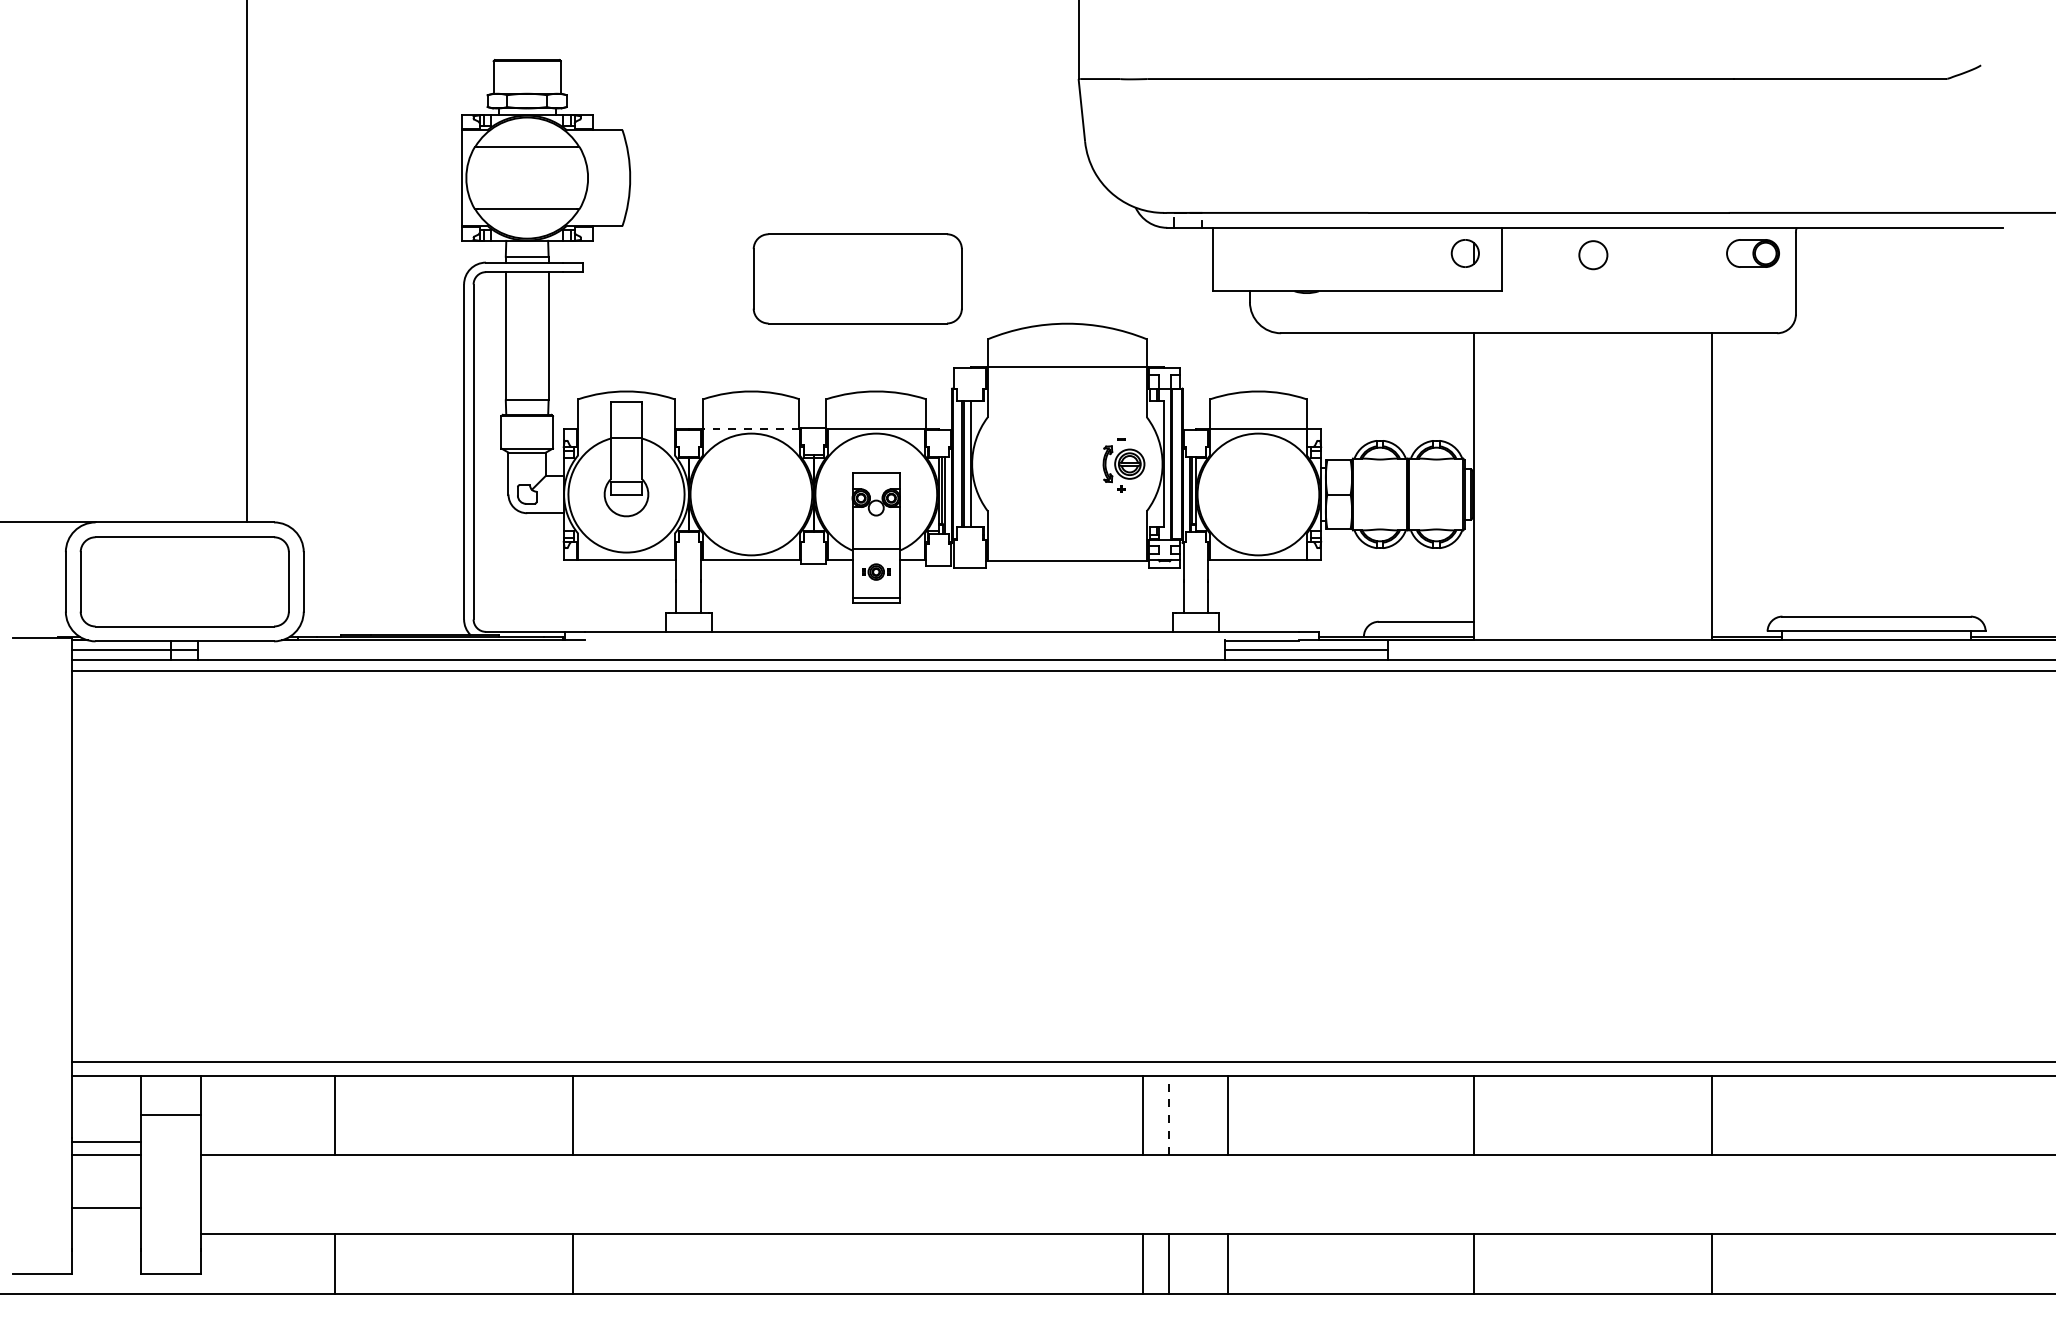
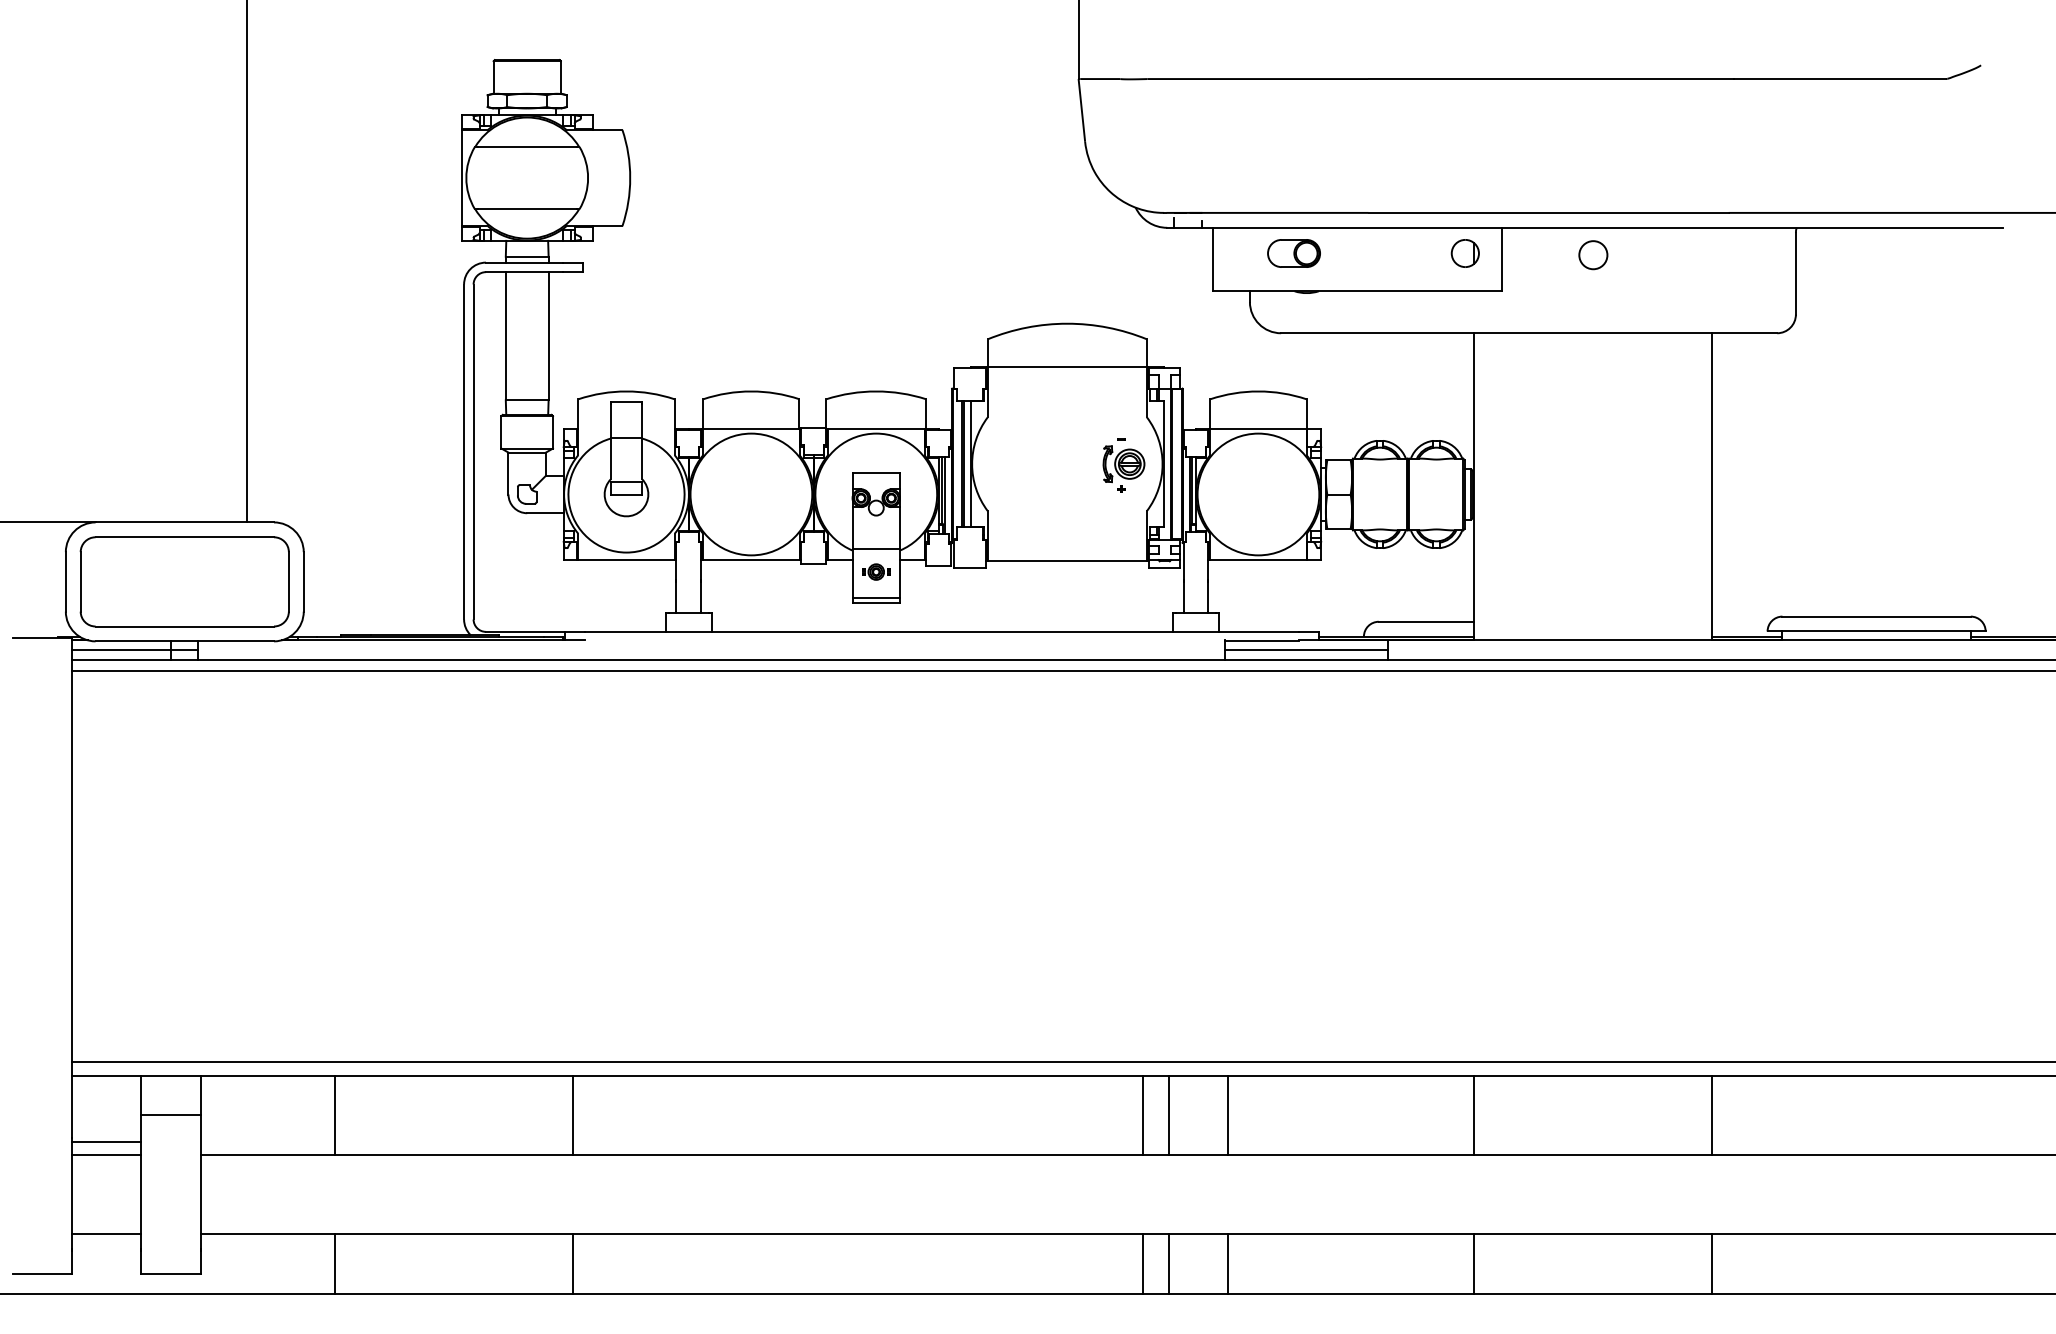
part at (1752, 253) position: (1752, 253) -> (1293, 253)
part at (857, 278): present -> none
line at (750, 428): dashed -> solid
line at (1168, 1115): dashed -> solid
line at (106, 1208) position: (106, 1208) -> (106, 1234)
